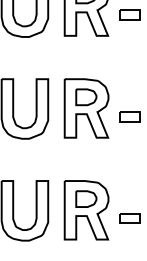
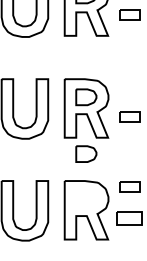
part at (129, 186): none -> present
part at (86, 198) position: (86, 198) -> (86, 153)
part at (129, 218) size: 22x11 px -> 27x15 px
